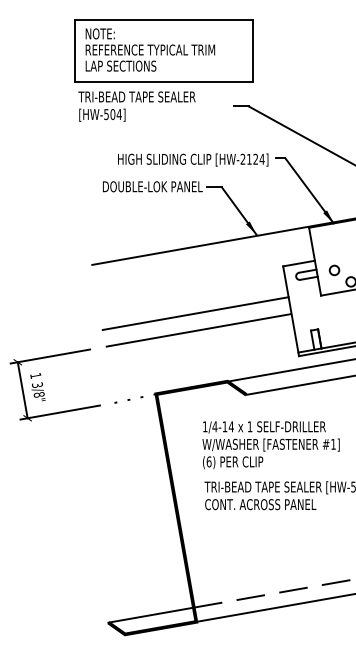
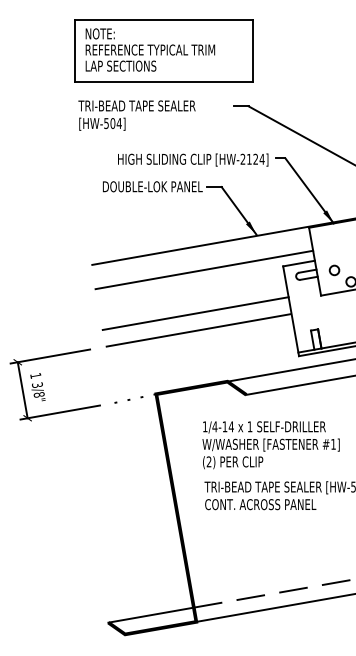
text at (136, 106) position: (136, 106) -> (136, 115)
line at (204, 269): none -> present
text at (208, 461): (6) -> (2)
